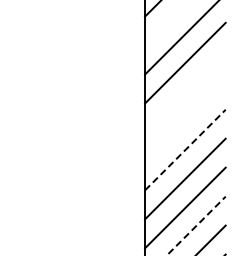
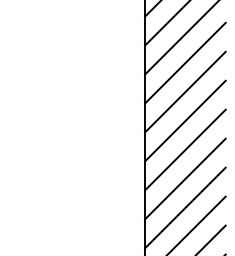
line at (166, 23): none -> present
line at (185, 91): none -> present
line at (185, 120): none -> present
line at (185, 149): dashed -> solid
line at (196, 226): dashed -> solid
